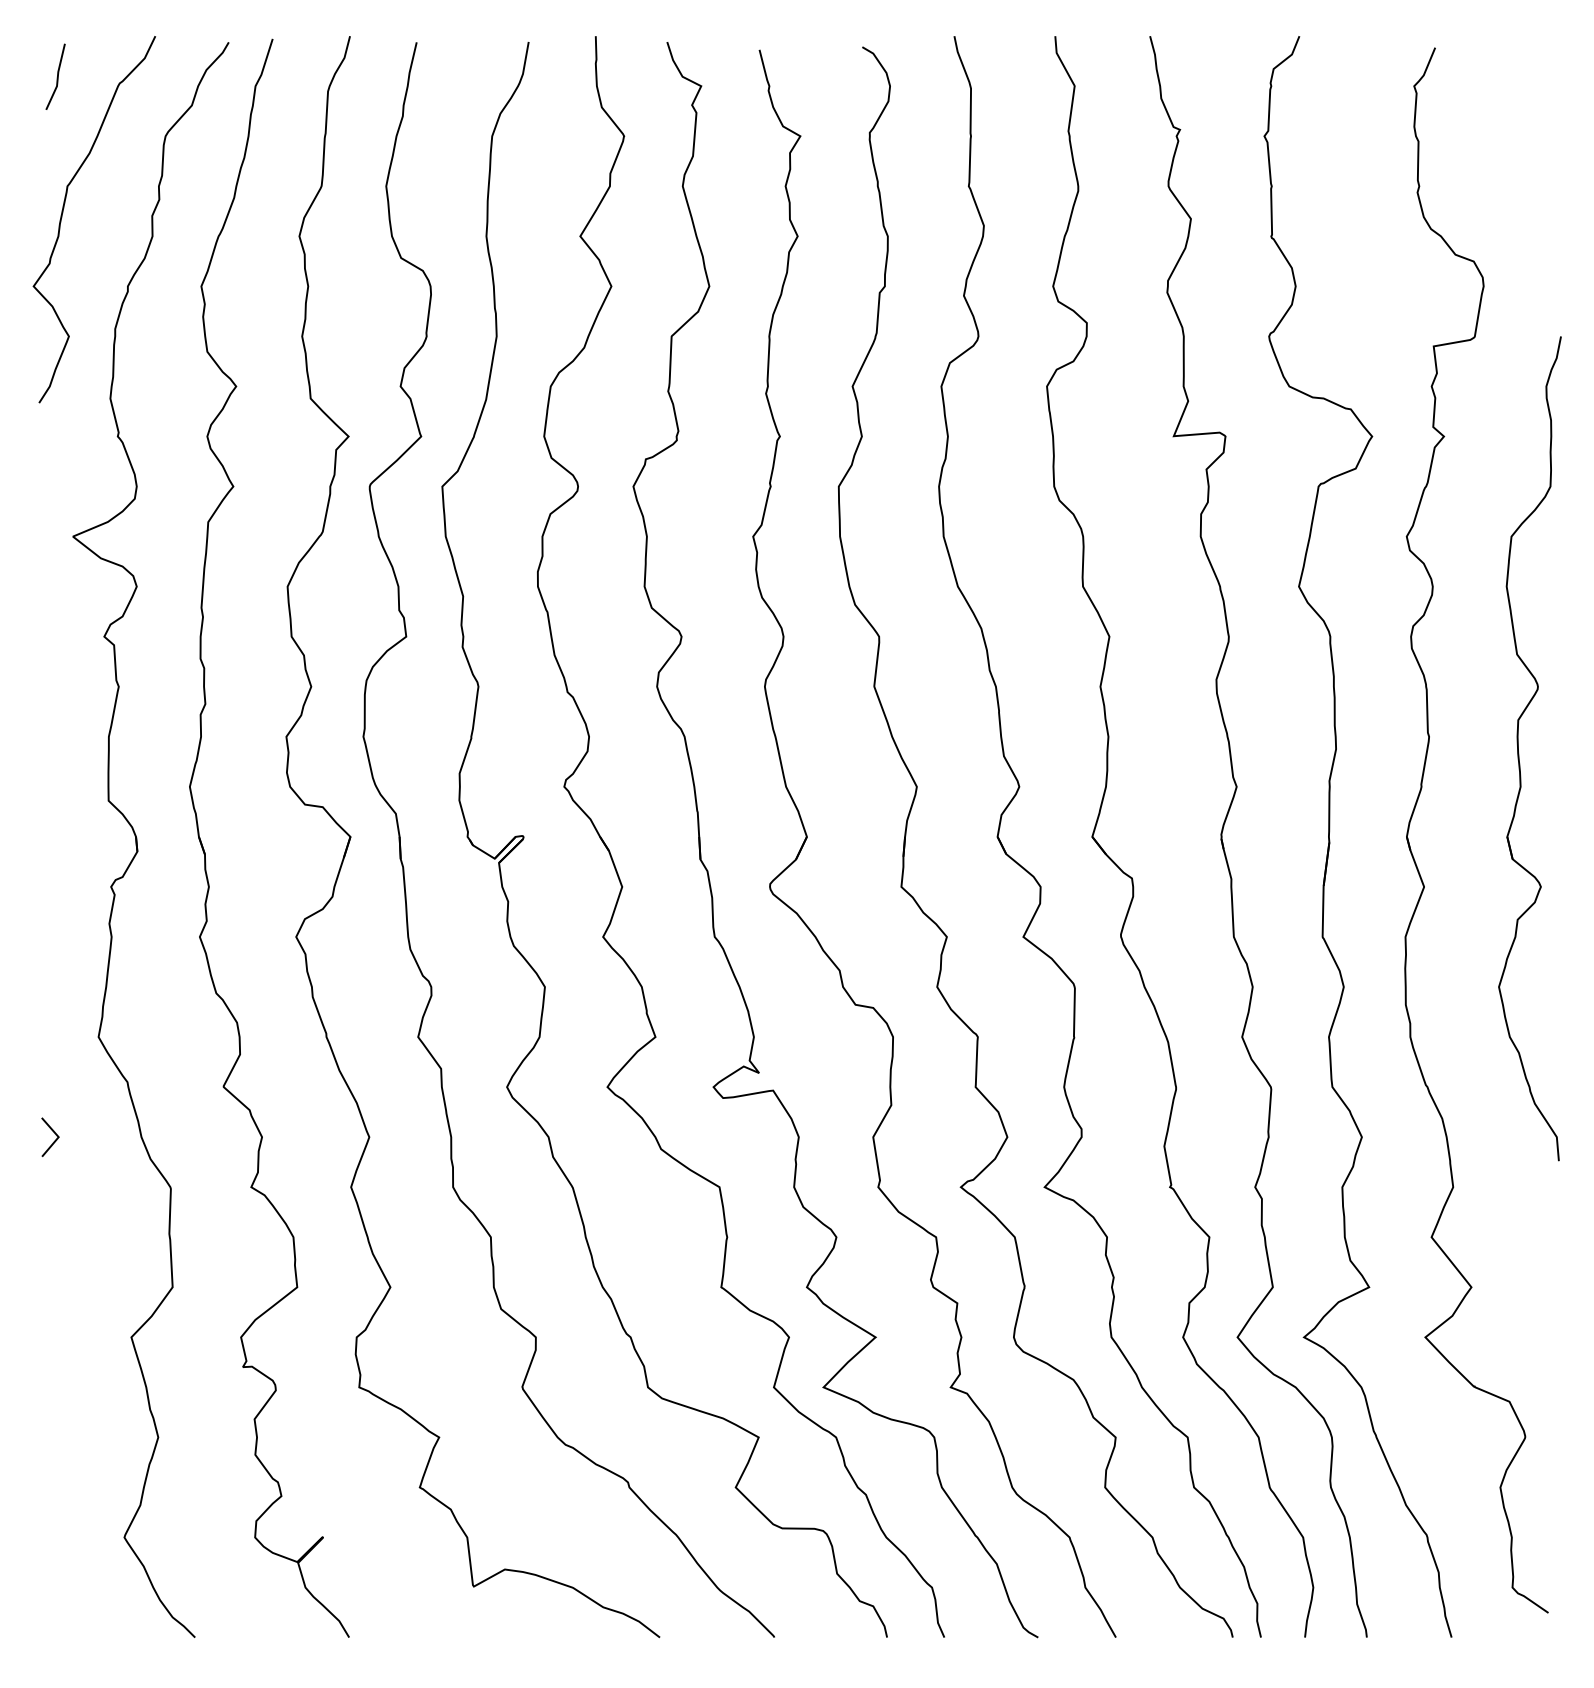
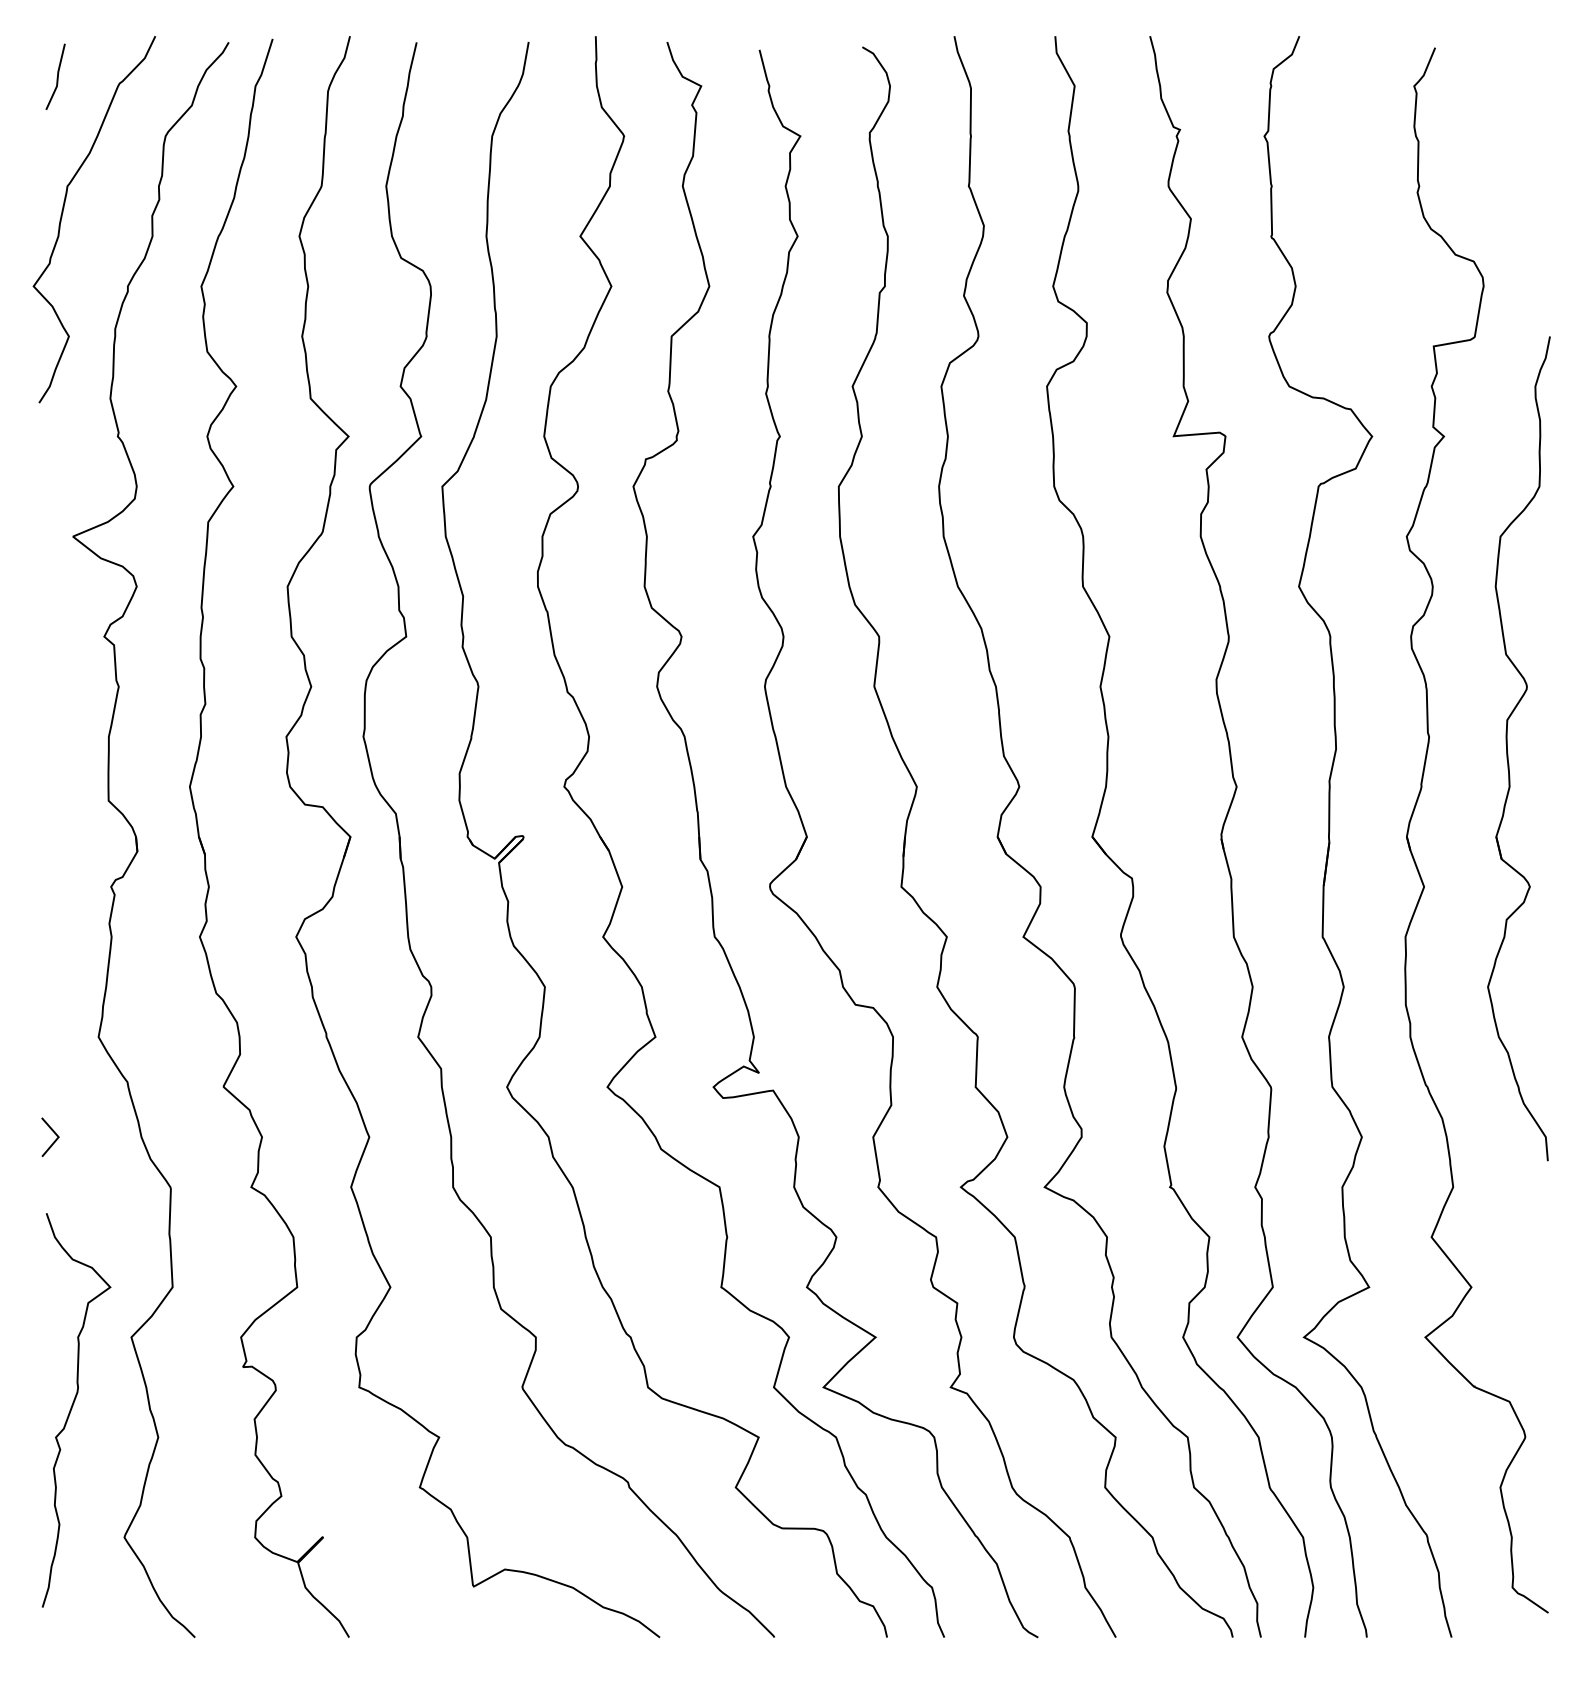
part at (1518, 748) position: (1518, 748) -> (1507, 748)
curve at (72, 1408): none -> present
